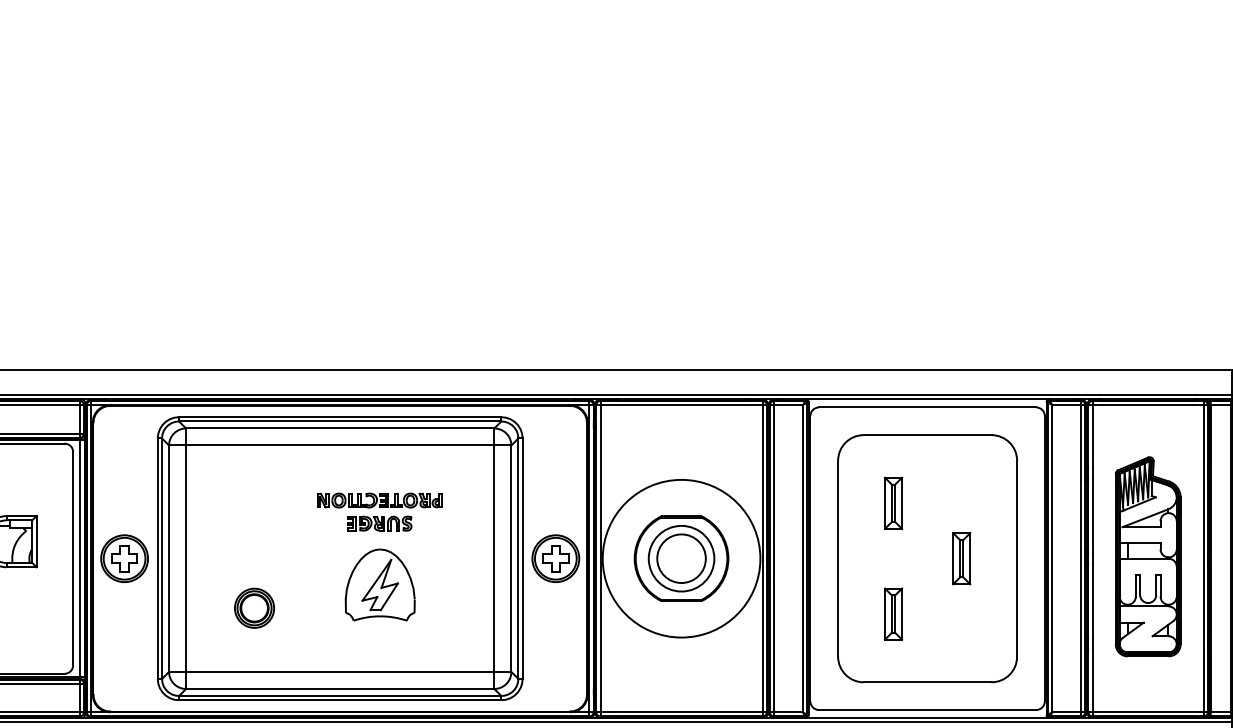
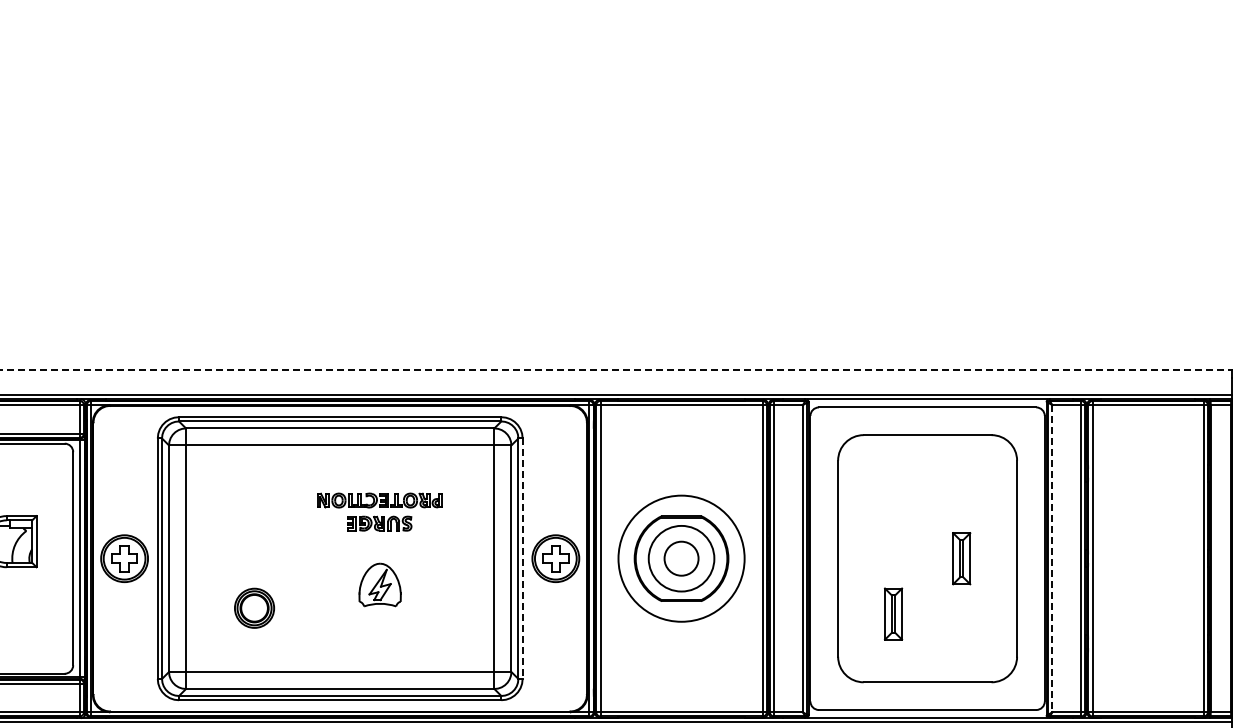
line at (616, 369): solid -> dashed
part at (893, 502): present -> none
part at (1147, 556): present -> none
circle at (681, 558) diameter: 158 px -> 126 px
circle at (681, 558) diameter: 49 px -> 34 px
line at (522, 559): solid -> dashed
line at (1052, 559): solid -> dashed
part at (379, 584) size: 72x74 px -> 44x46 px
